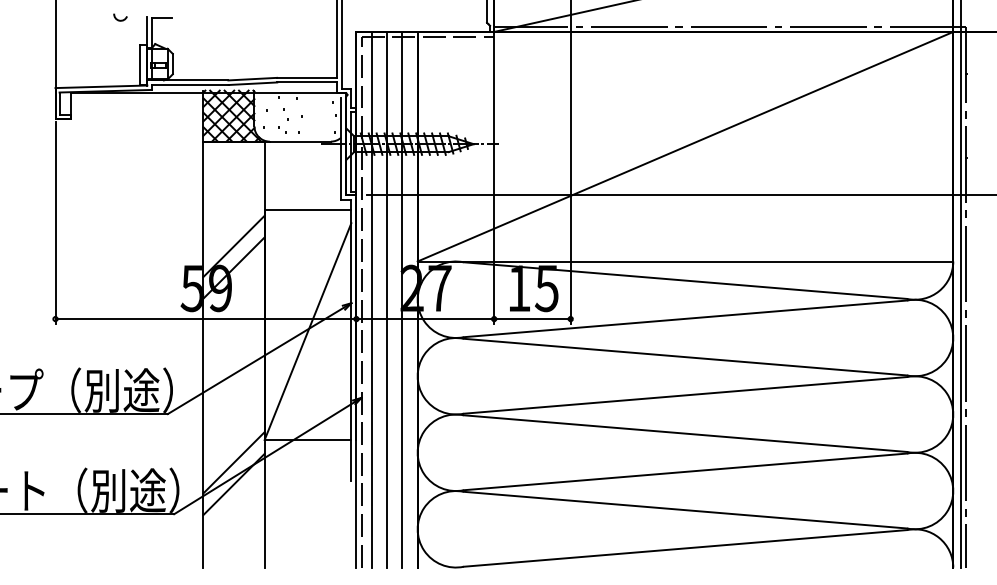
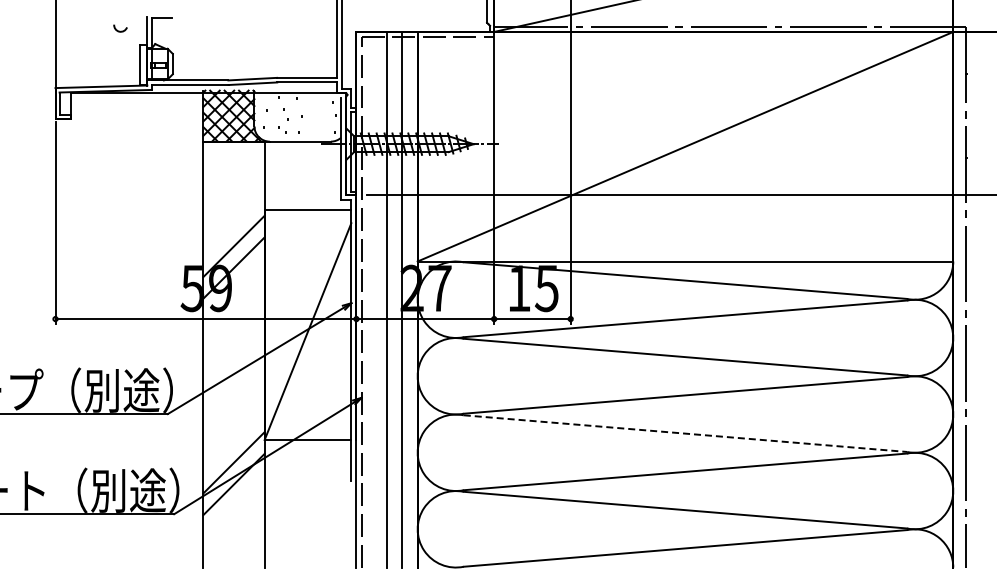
arc at (120, 19) position: (120, 19) -> (120, 30)
line at (960, 284): present -> none
line at (371, 299): present -> none
line at (686, 433): solid -> dashed
